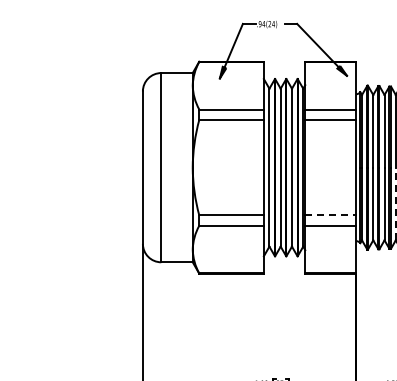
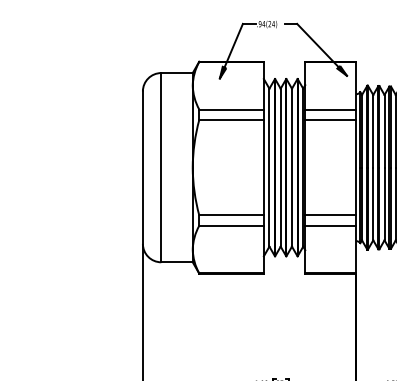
line at (395, 203): dashed -> solid
line at (330, 215): dashed -> solid
